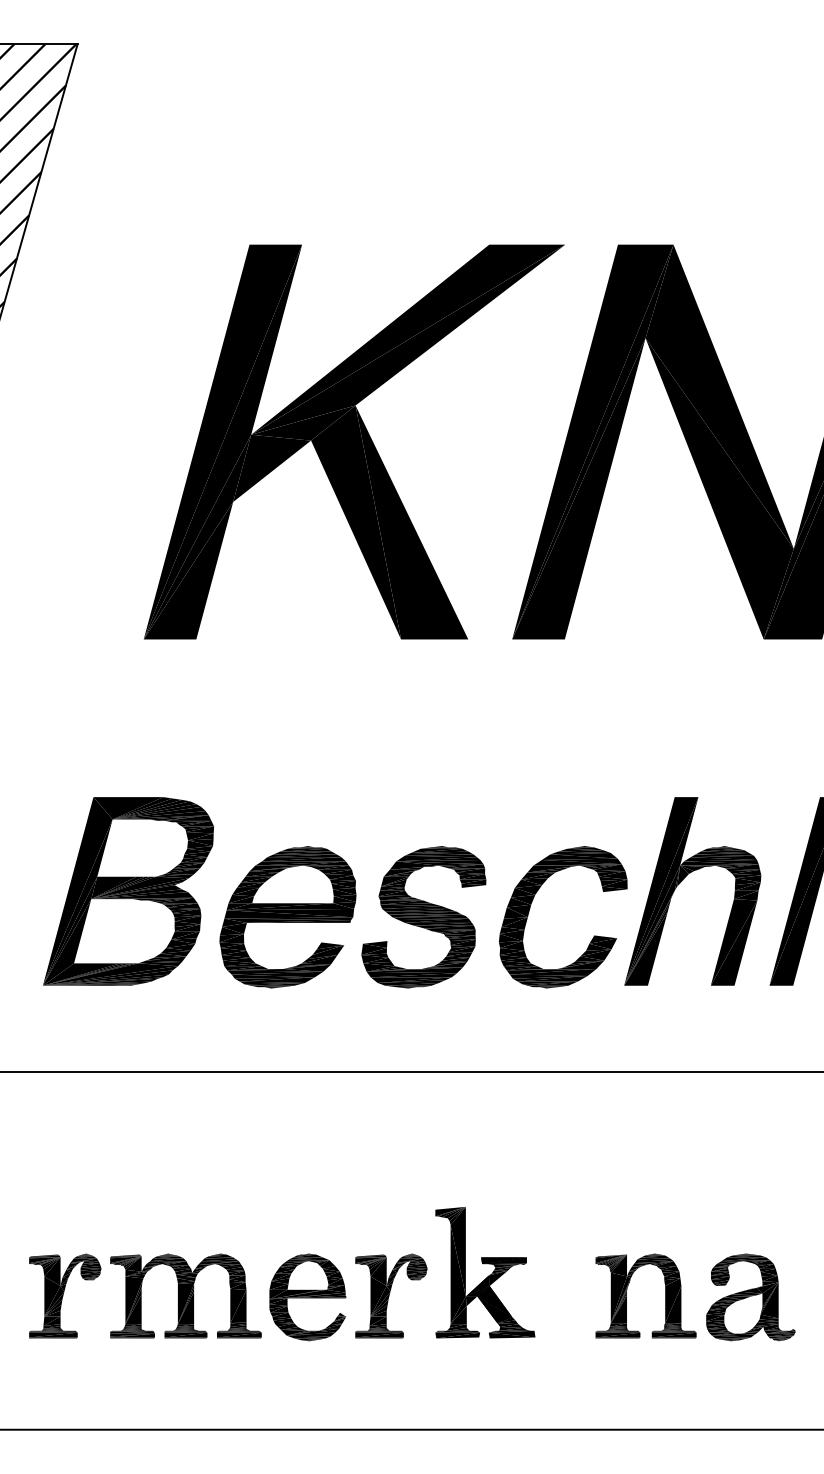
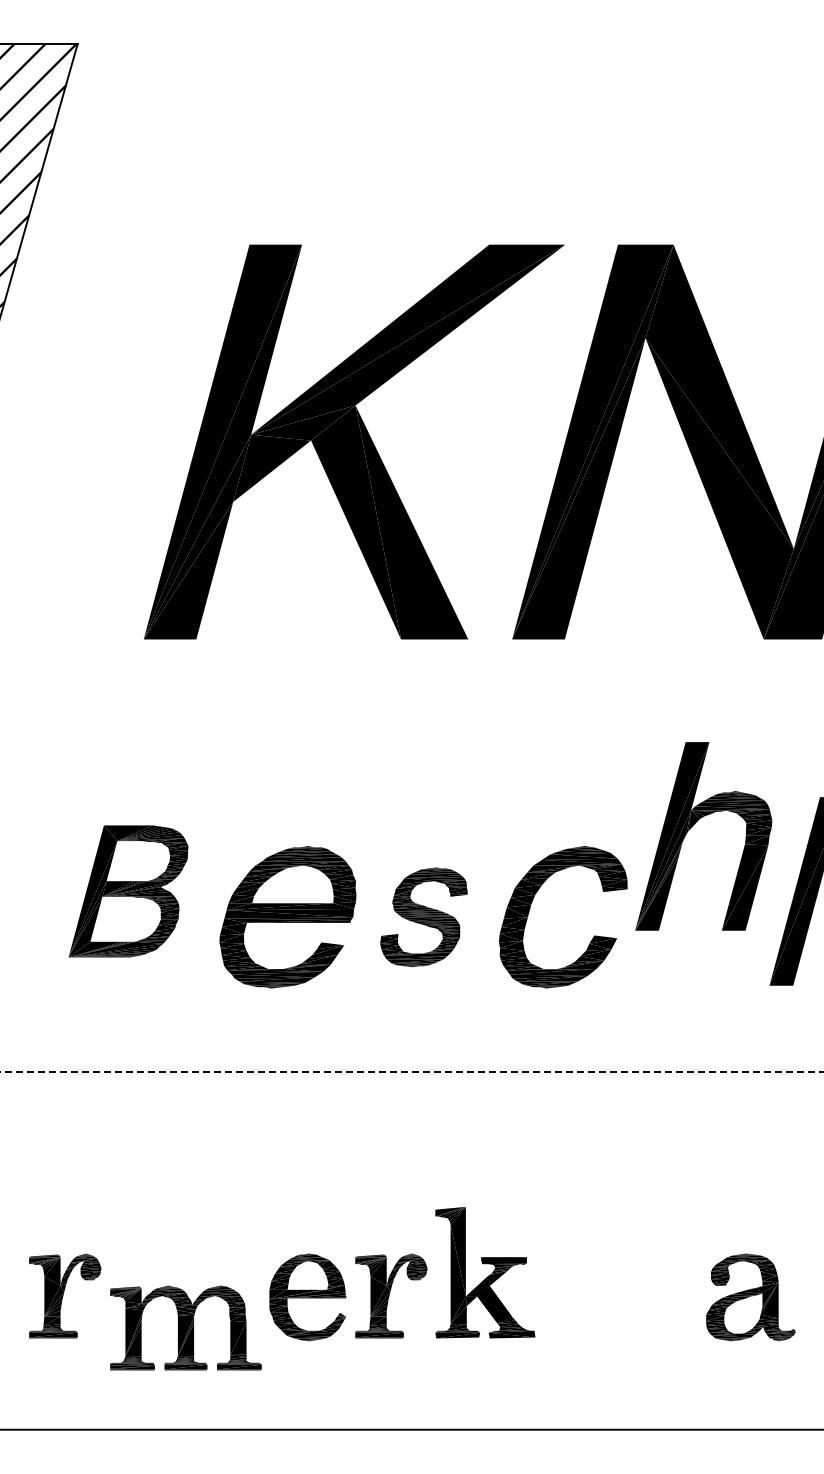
part at (682, 881) position: (682, 881) -> (693, 826)
part at (128, 891) size: 171x189 px -> 121x133 px
part at (423, 917) size: 126x143 px -> 88x101 px
line at (411, 1071): solid -> dashed
part at (627, 1290): present -> none
part at (185, 1295) position: (185, 1295) -> (185, 1327)
